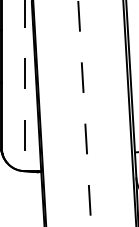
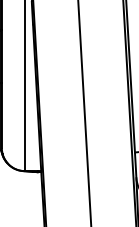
line at (24, 86): dashed -> solid
line at (84, 112): dashed -> solid
